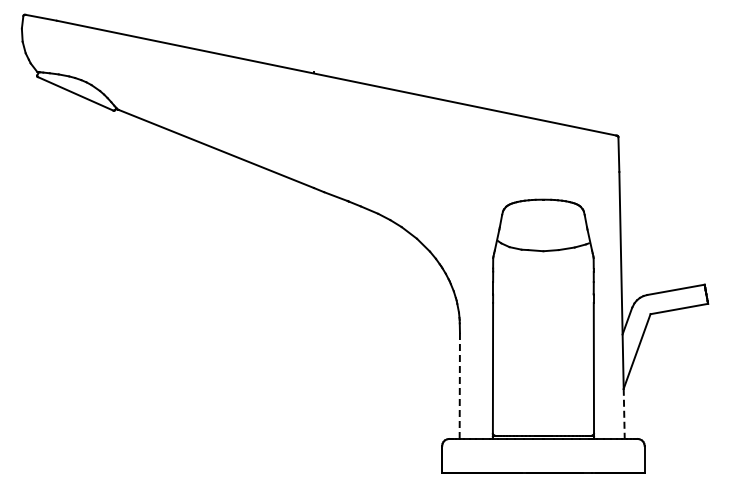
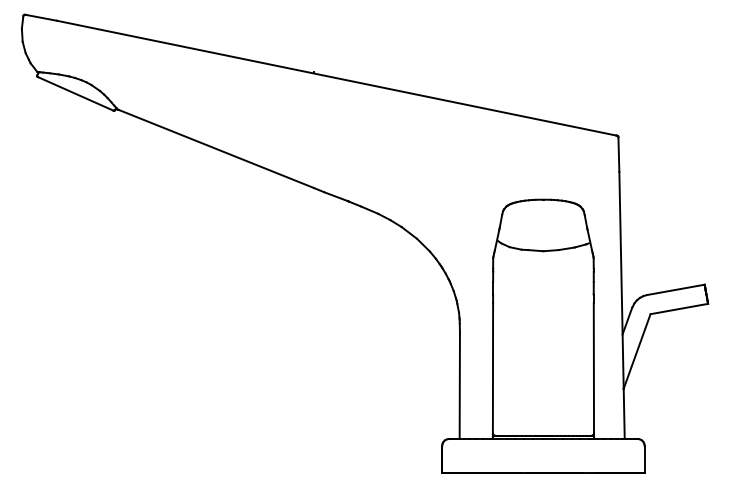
line at (459, 385): dashed -> solid
line at (624, 414): dashed -> solid
